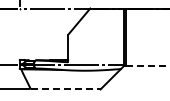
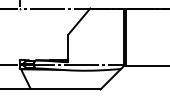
line at (147, 66): dashed -> solid
line at (65, 89): dashed -> solid
